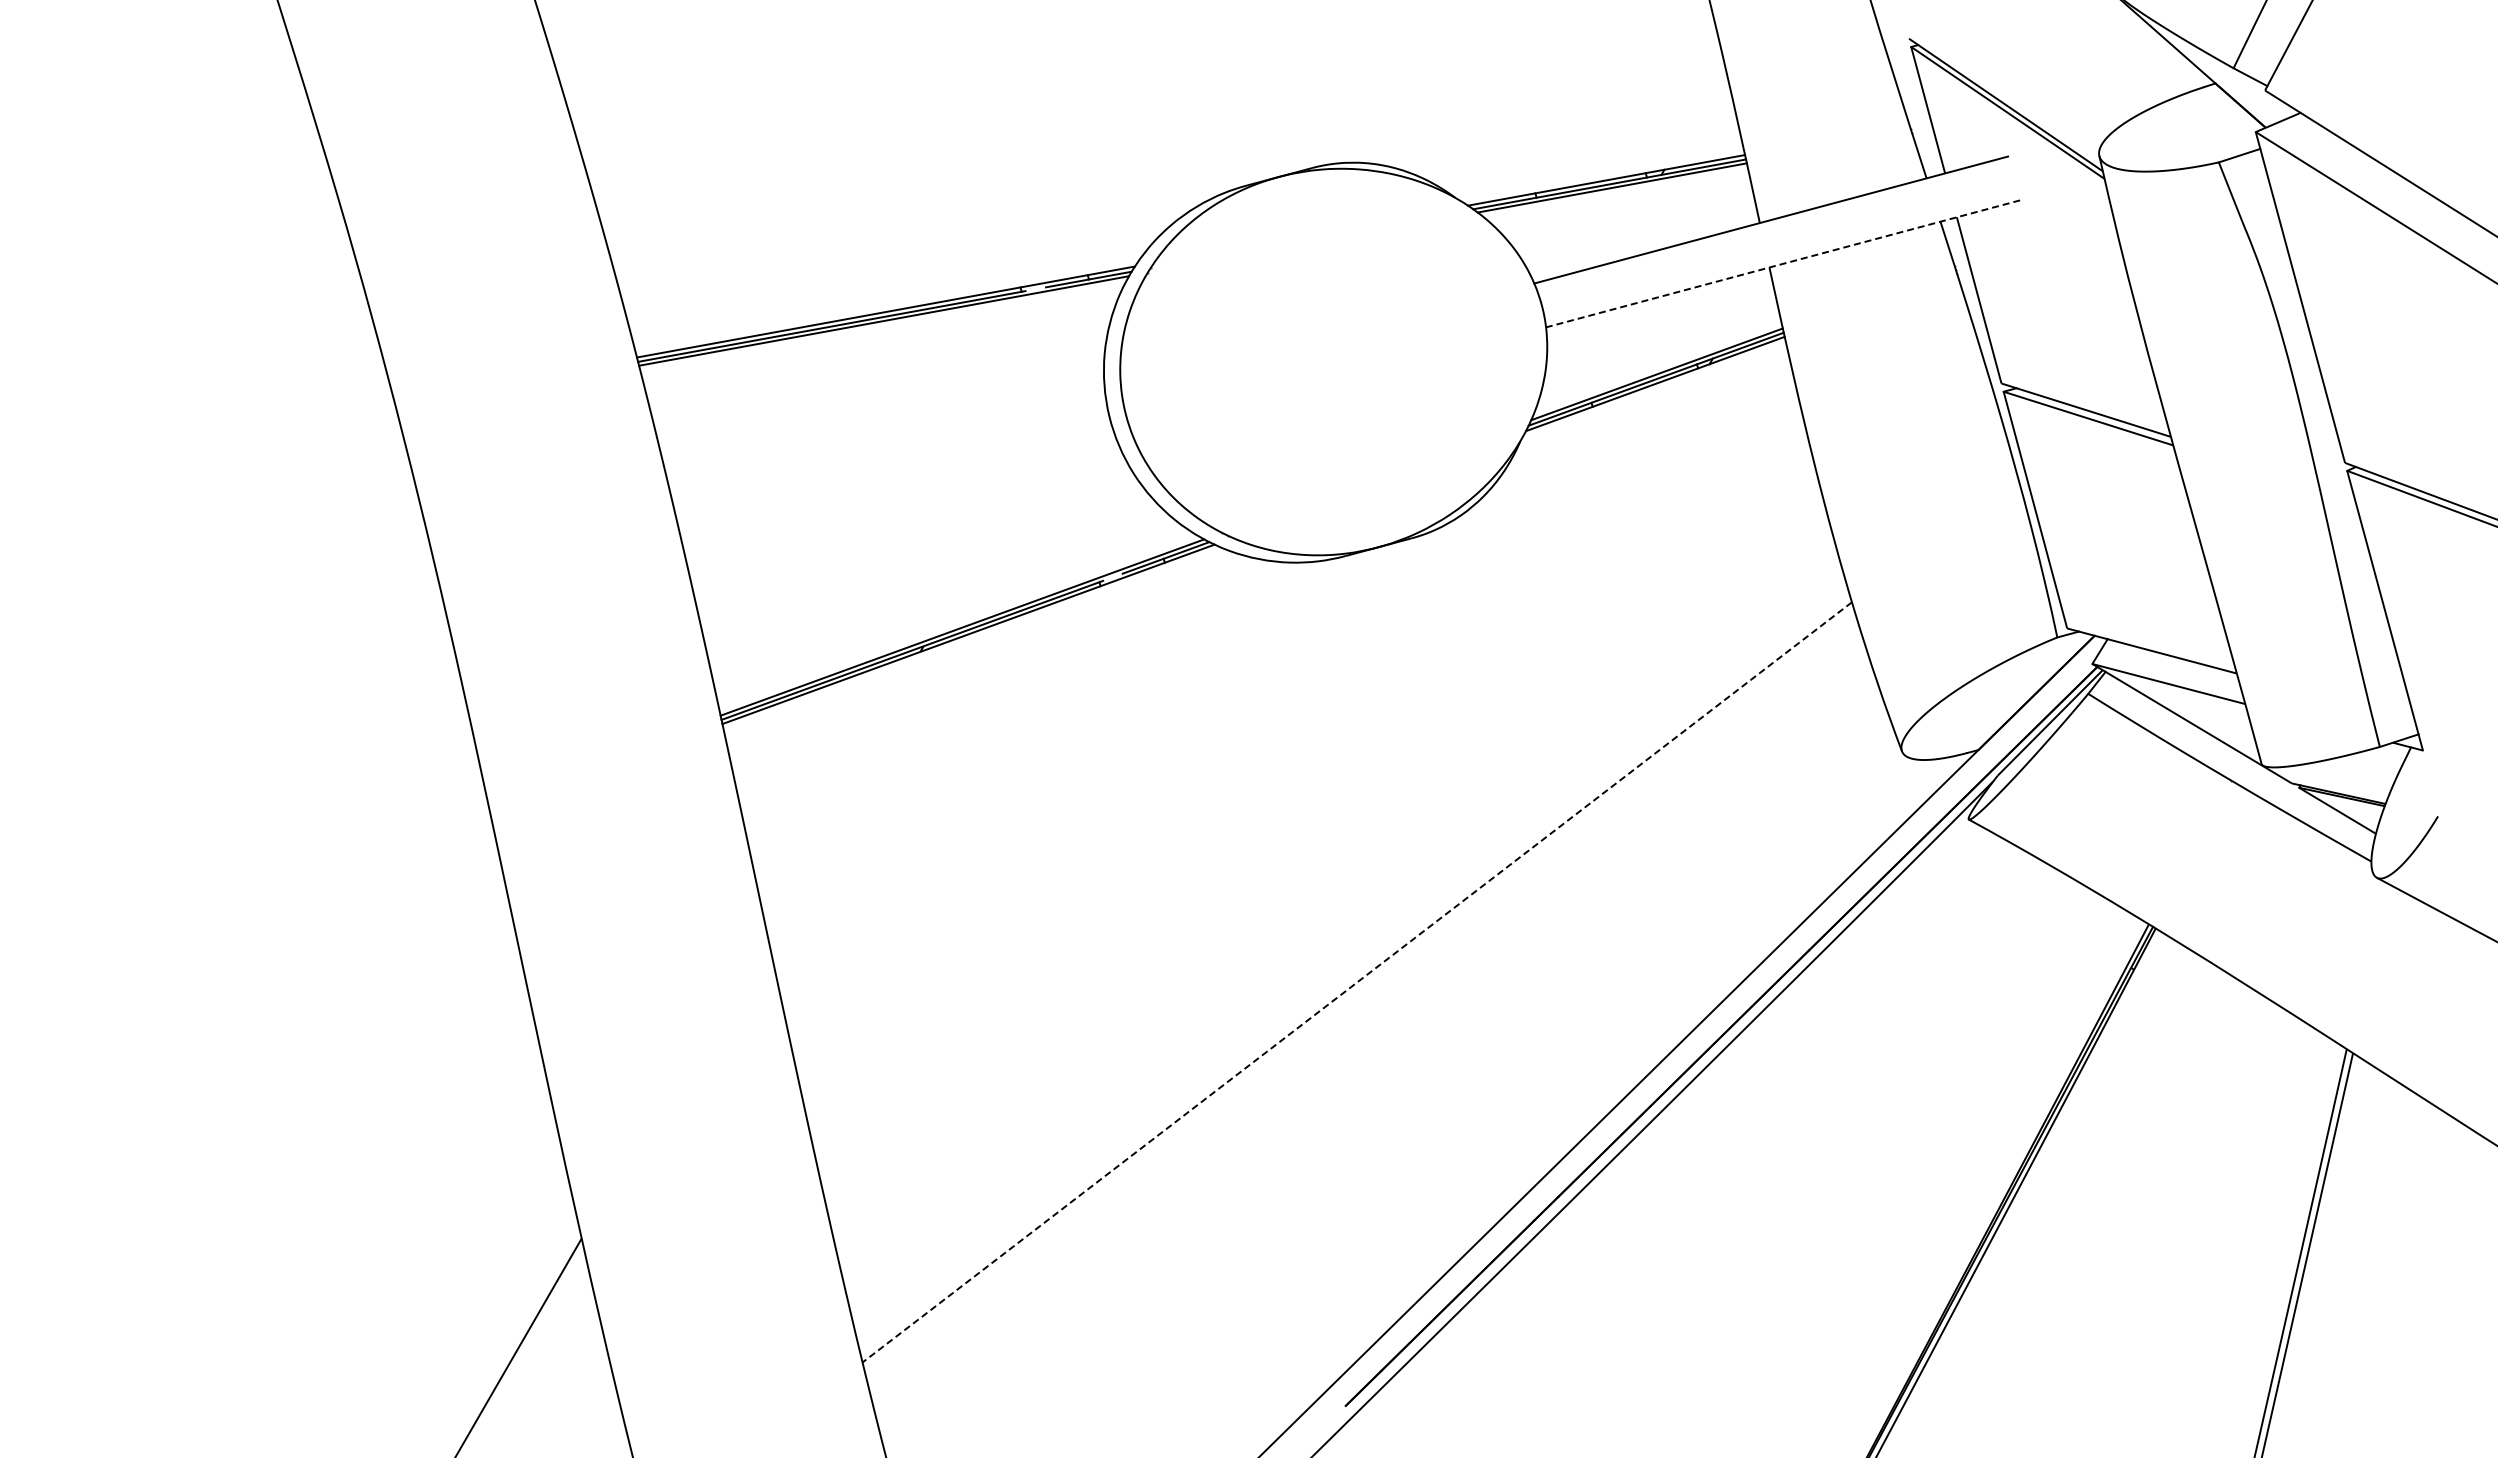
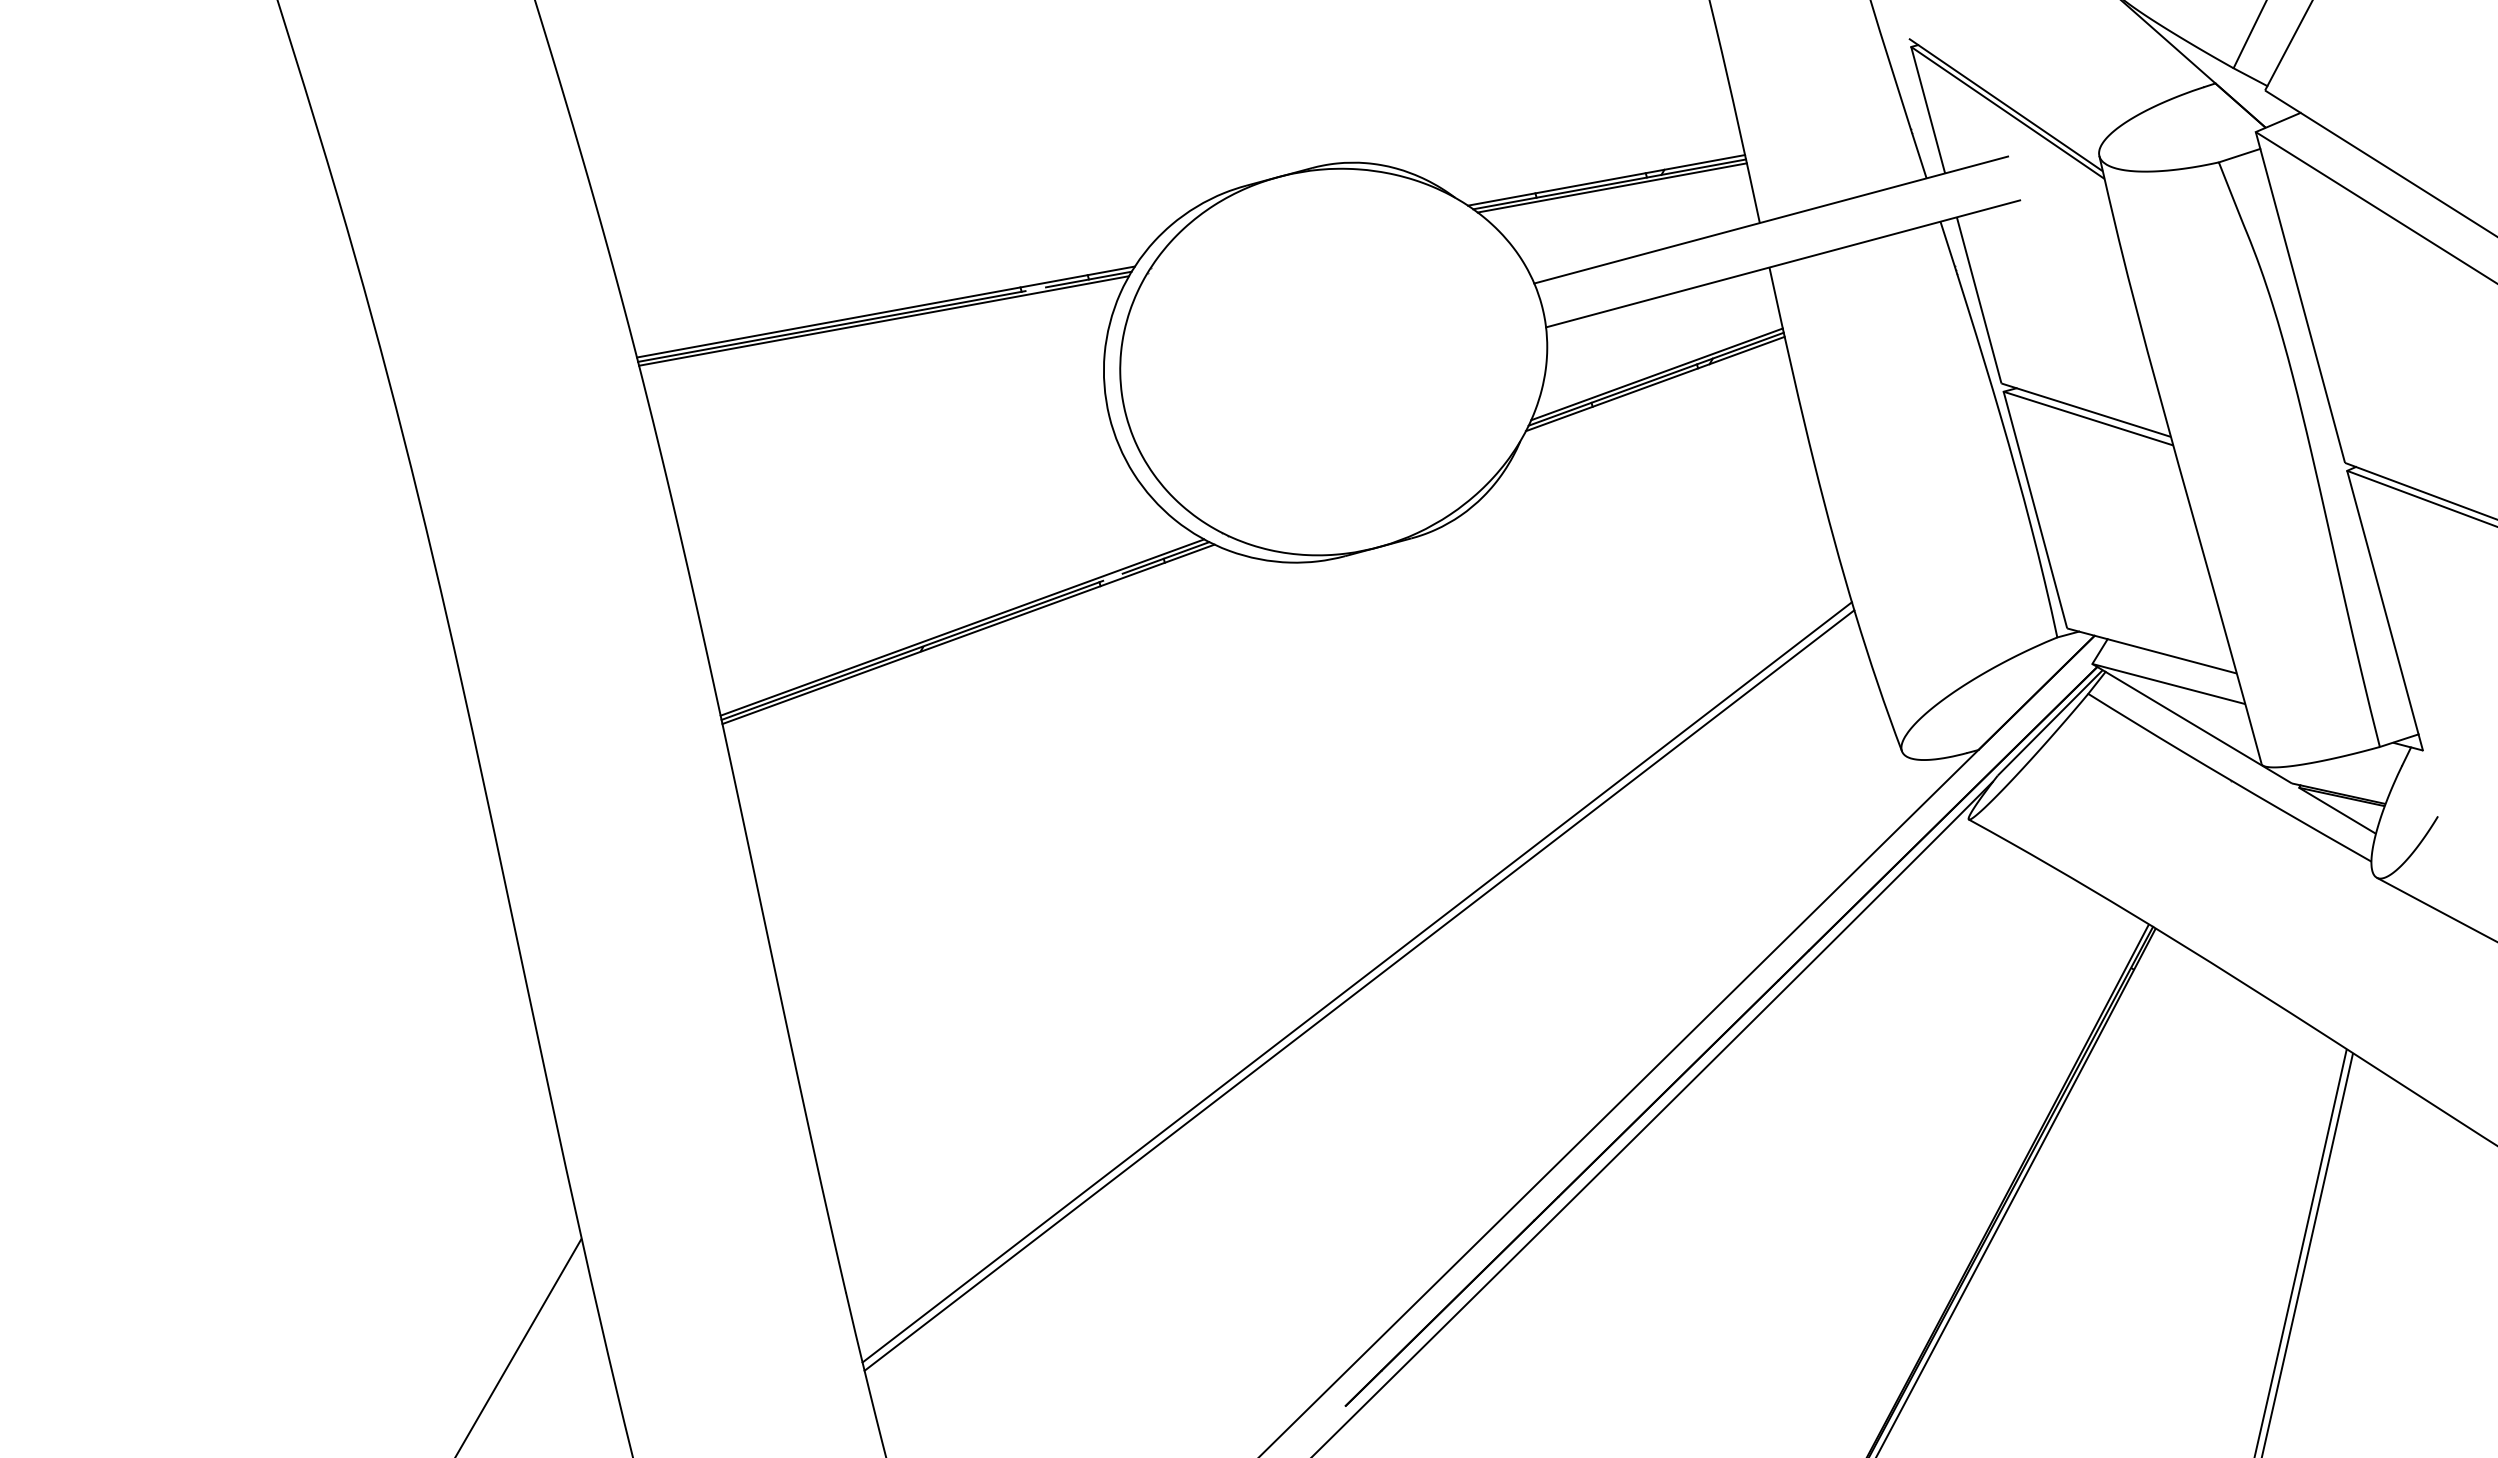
line at (1782, 264): dashed -> solid
line at (1357, 982): dashed -> solid
line at (1359, 990): none -> present
